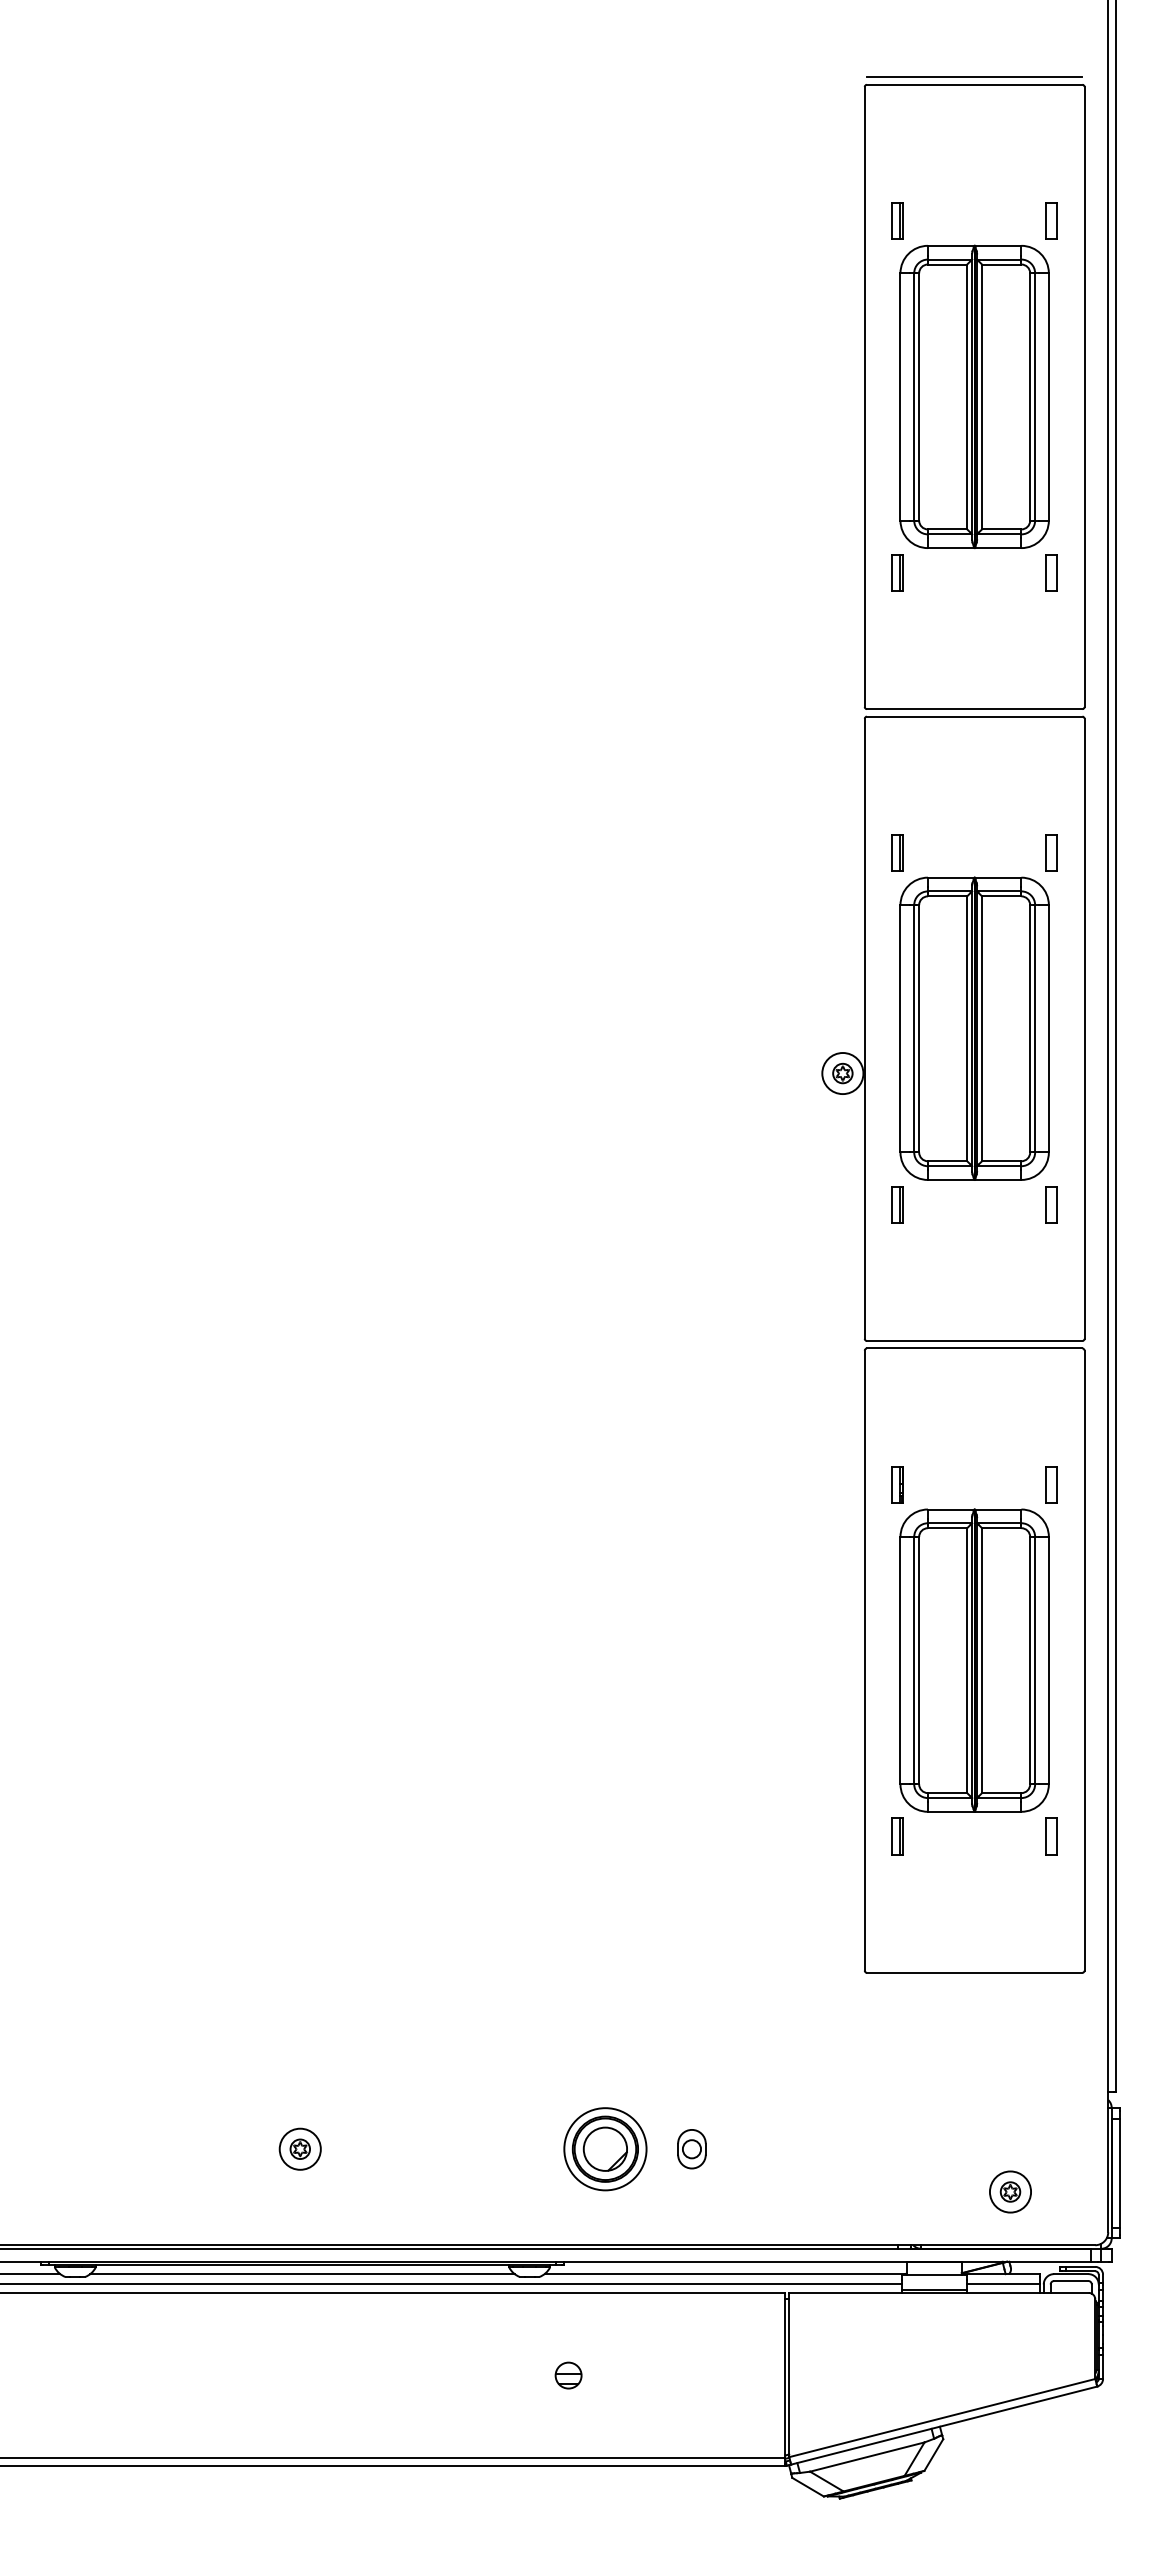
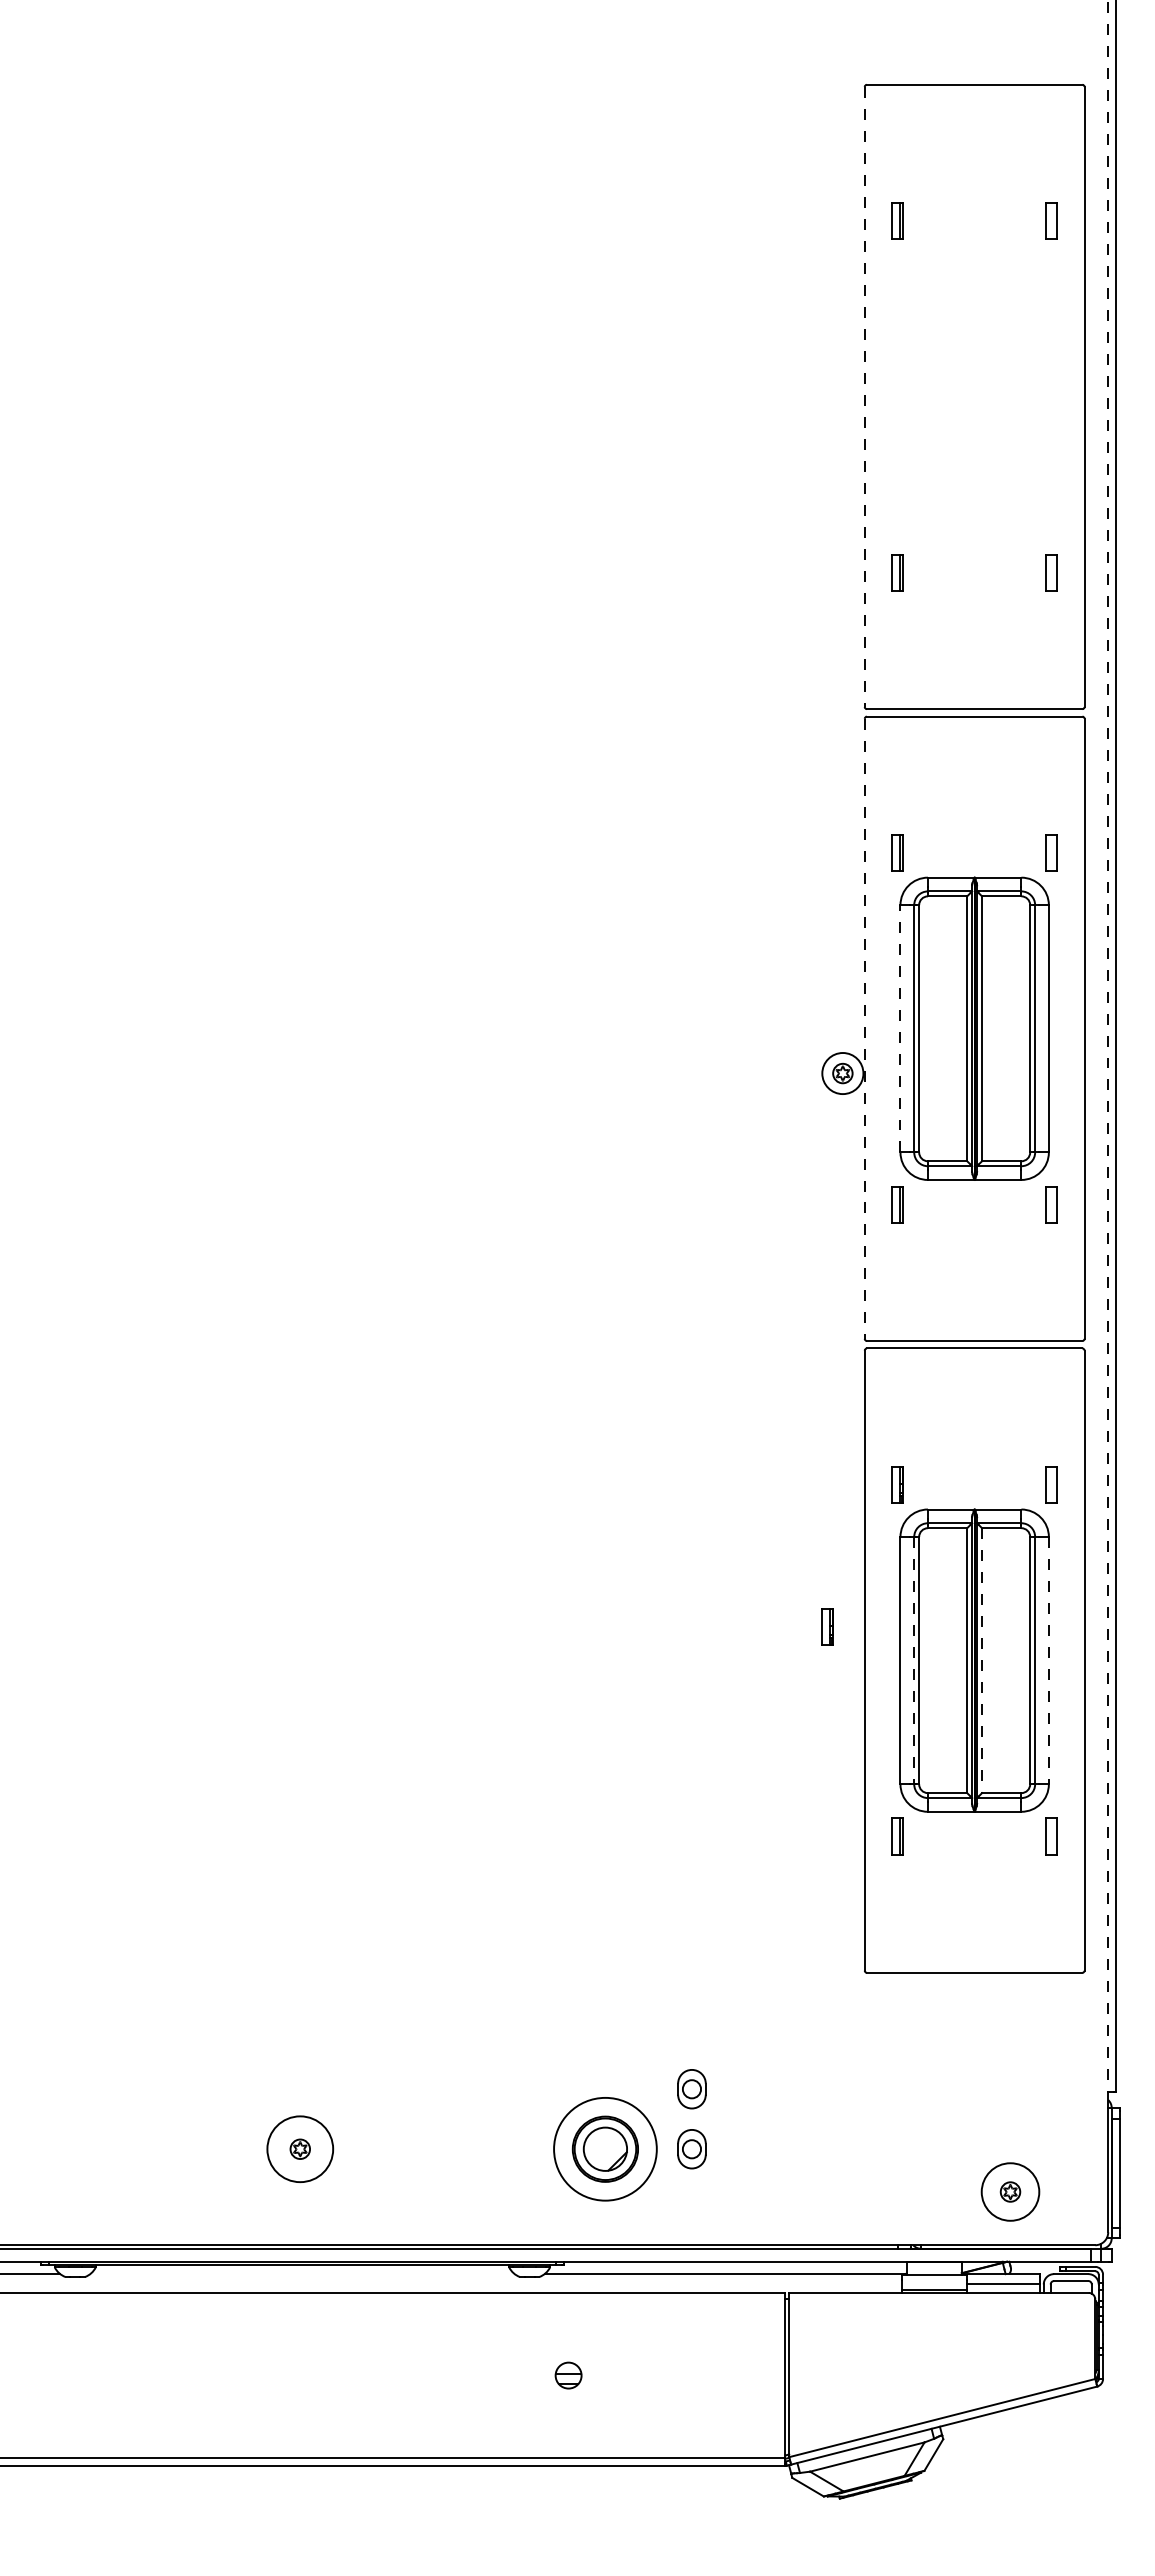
line at (974, 77): present -> none
line at (864, 396): solid -> dashed
part at (974, 396): present -> none
line at (864, 1028): solid -> dashed
line at (900, 1028): solid -> dashed
line at (1108, 1046): solid -> dashed
part at (827, 1626): none -> present
line at (914, 1660): solid -> dashed
line at (1048, 1660): solid -> dashed
line at (982, 1661): solid -> dashed
part at (691, 2089): none -> present
circle at (299, 2148) diameter: 41 px -> 66 px
circle at (605, 2149) diameter: 82 px -> 103 px
circle at (1010, 2191) diameter: 41 px -> 58 px
line at (302, 2274): present -> none
line at (451, 2284): present -> none
